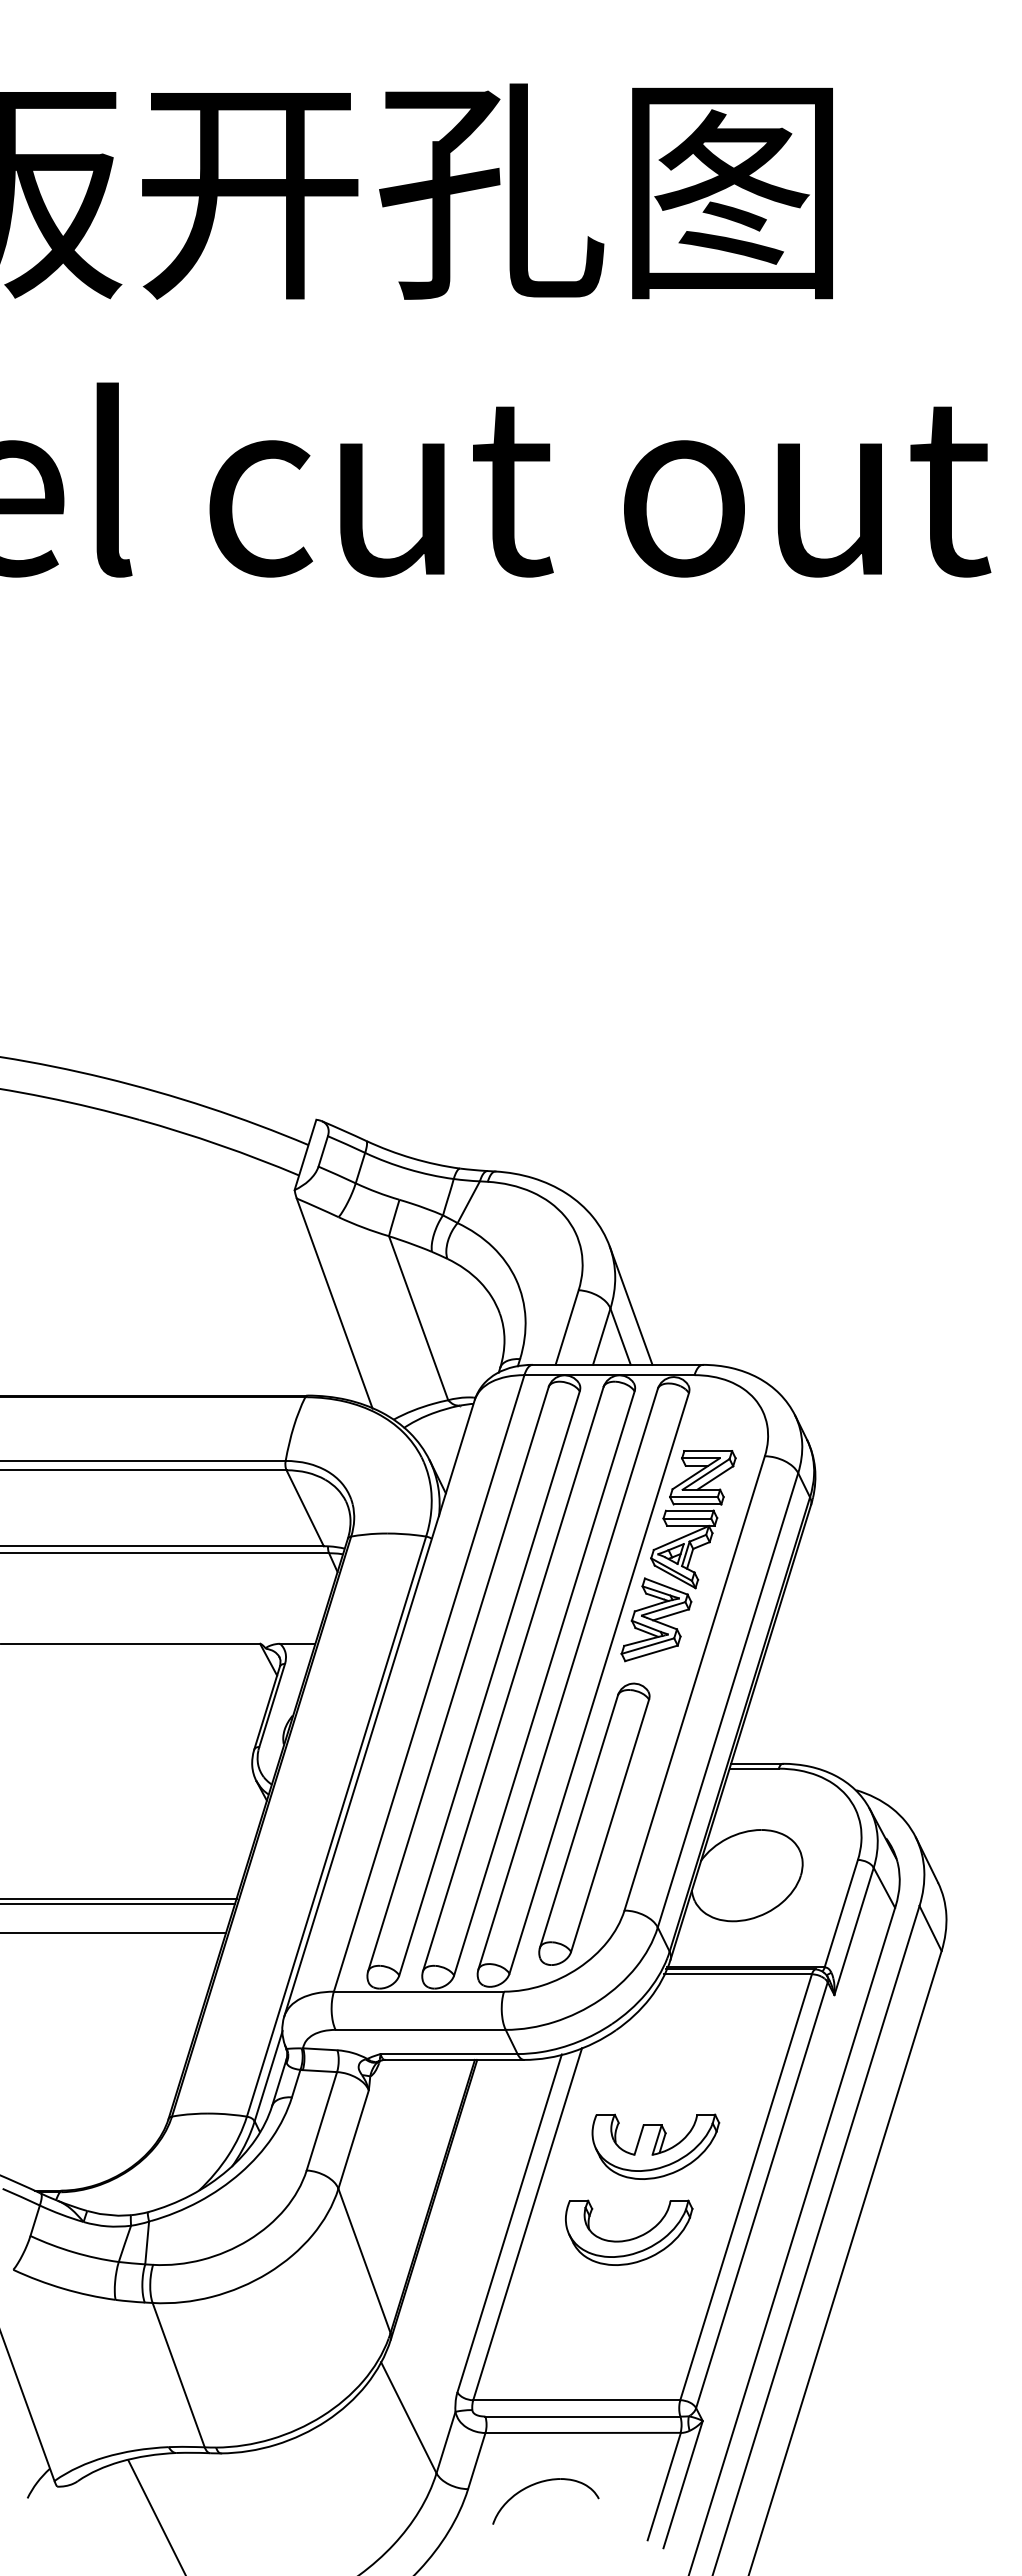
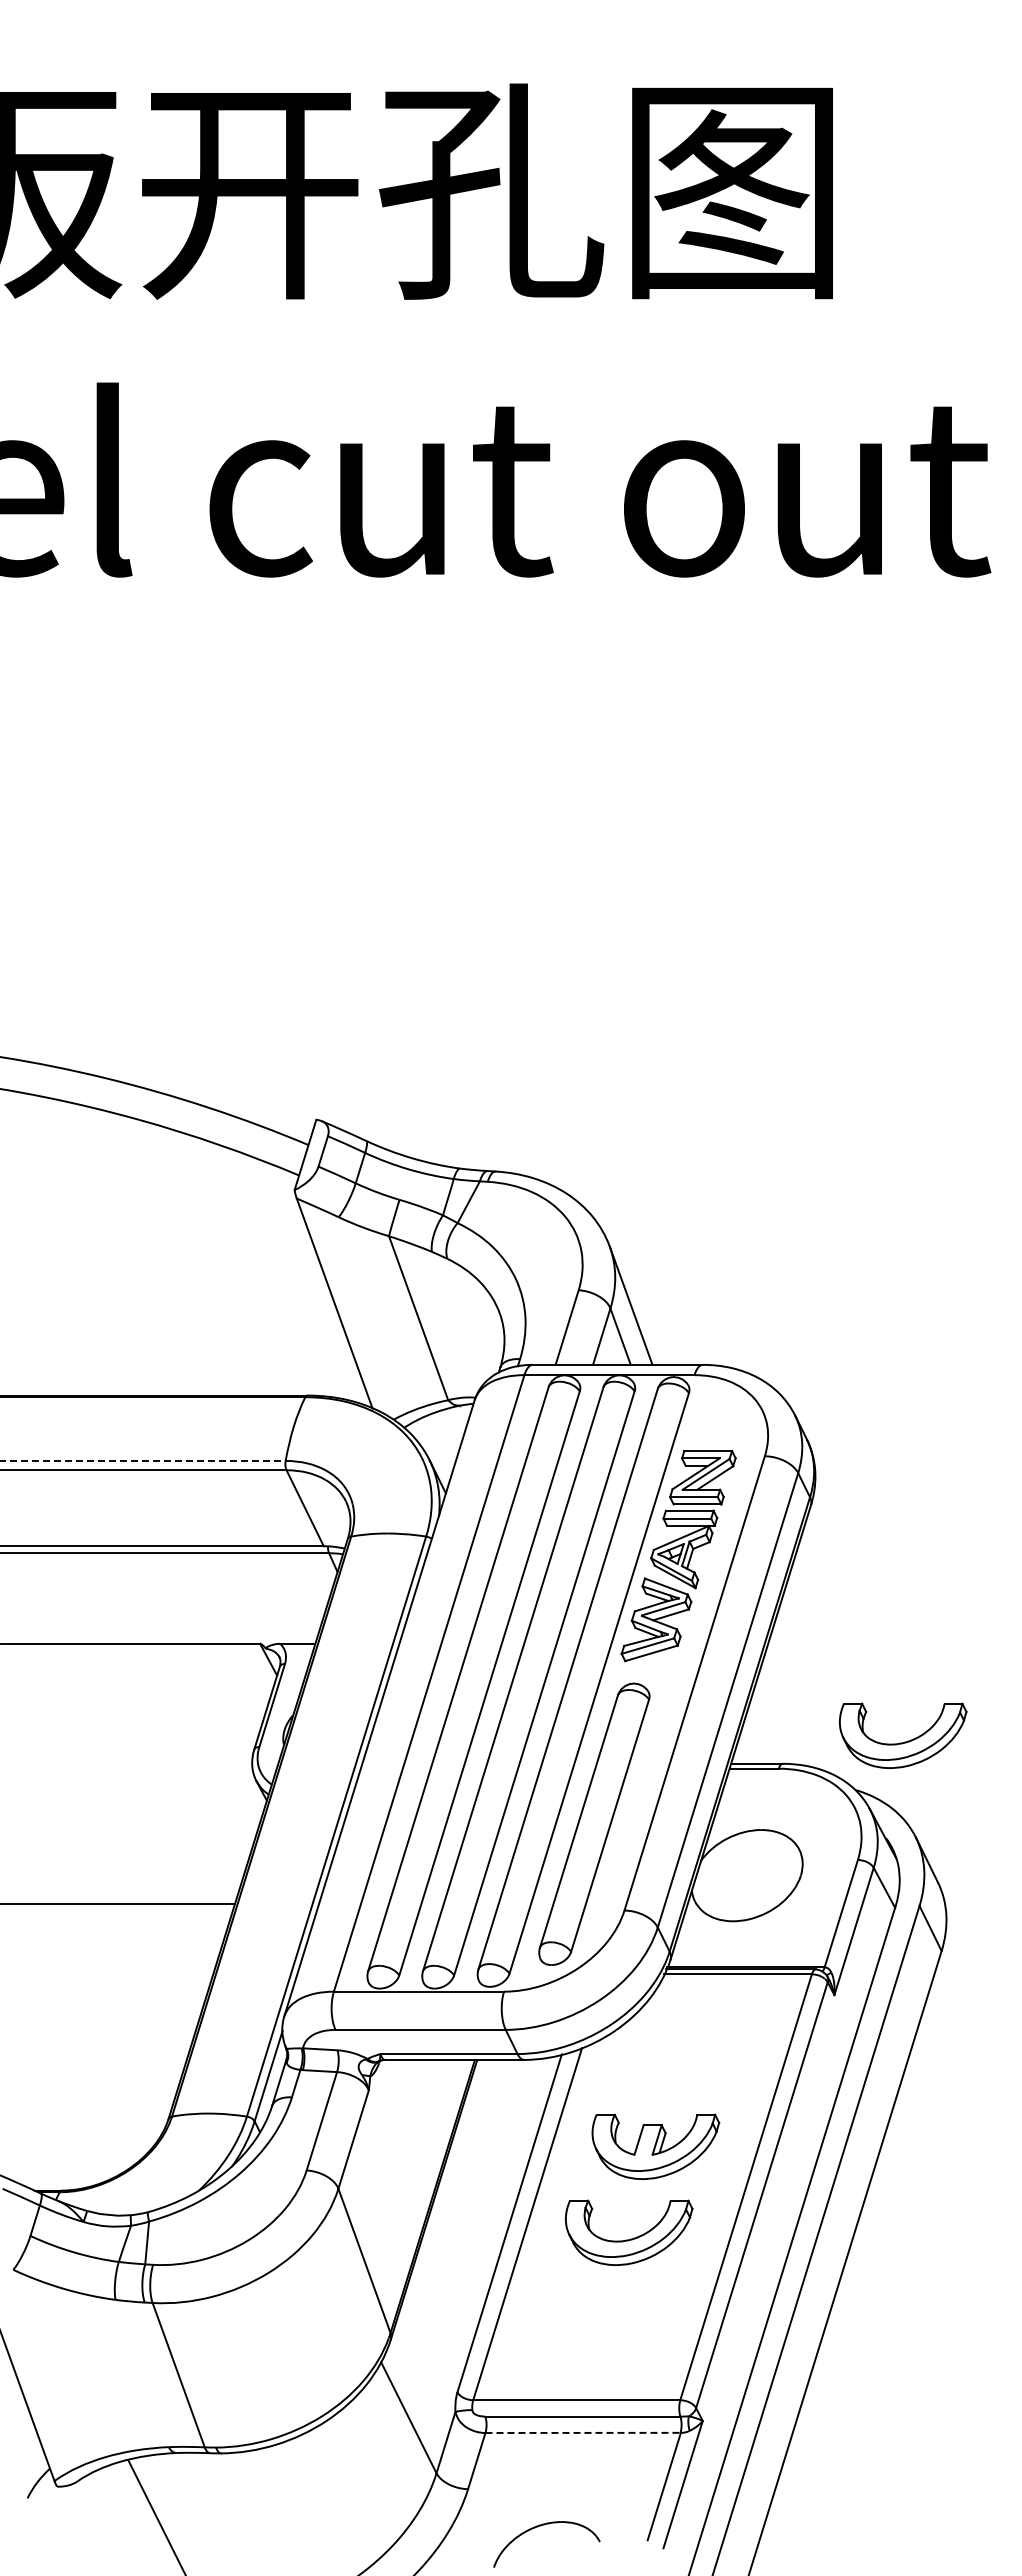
line at (143, 1460): solid -> dashed
part at (904, 1741): none -> present
line at (119, 1898): present -> none
line at (114, 1932): present -> none
line at (583, 2432): solid -> dashed
part at (539, 2483) position: (539, 2483) -> (540, 2526)
